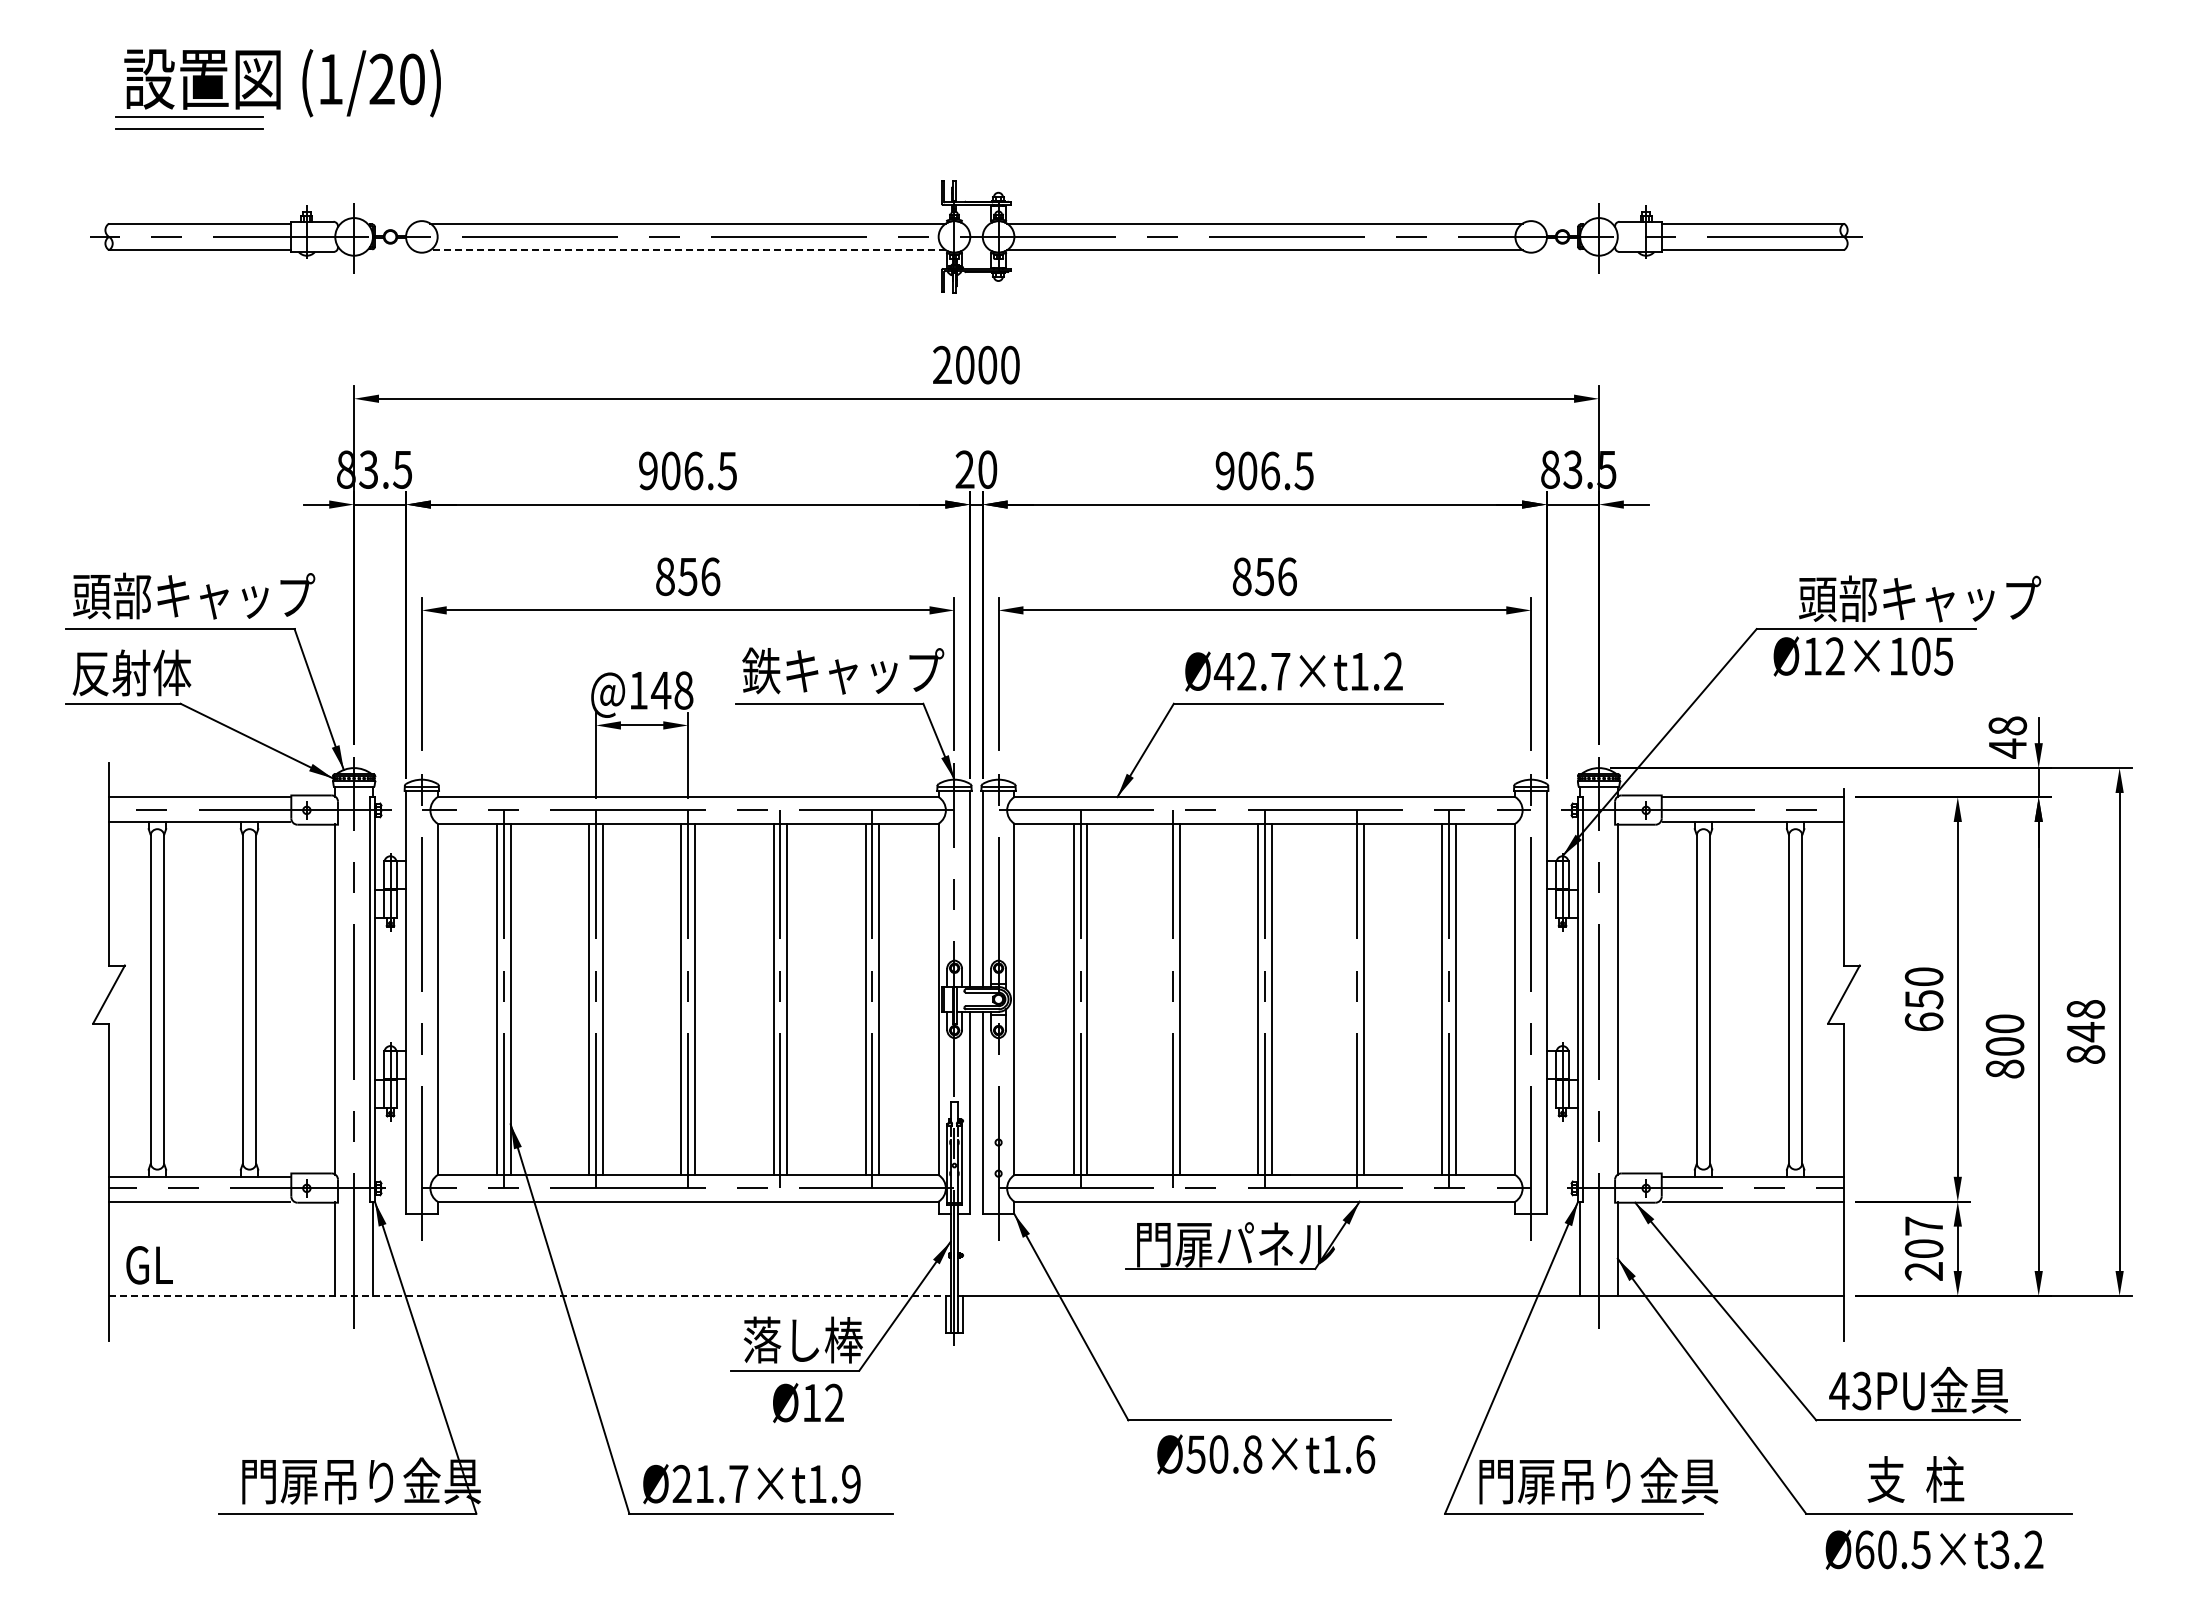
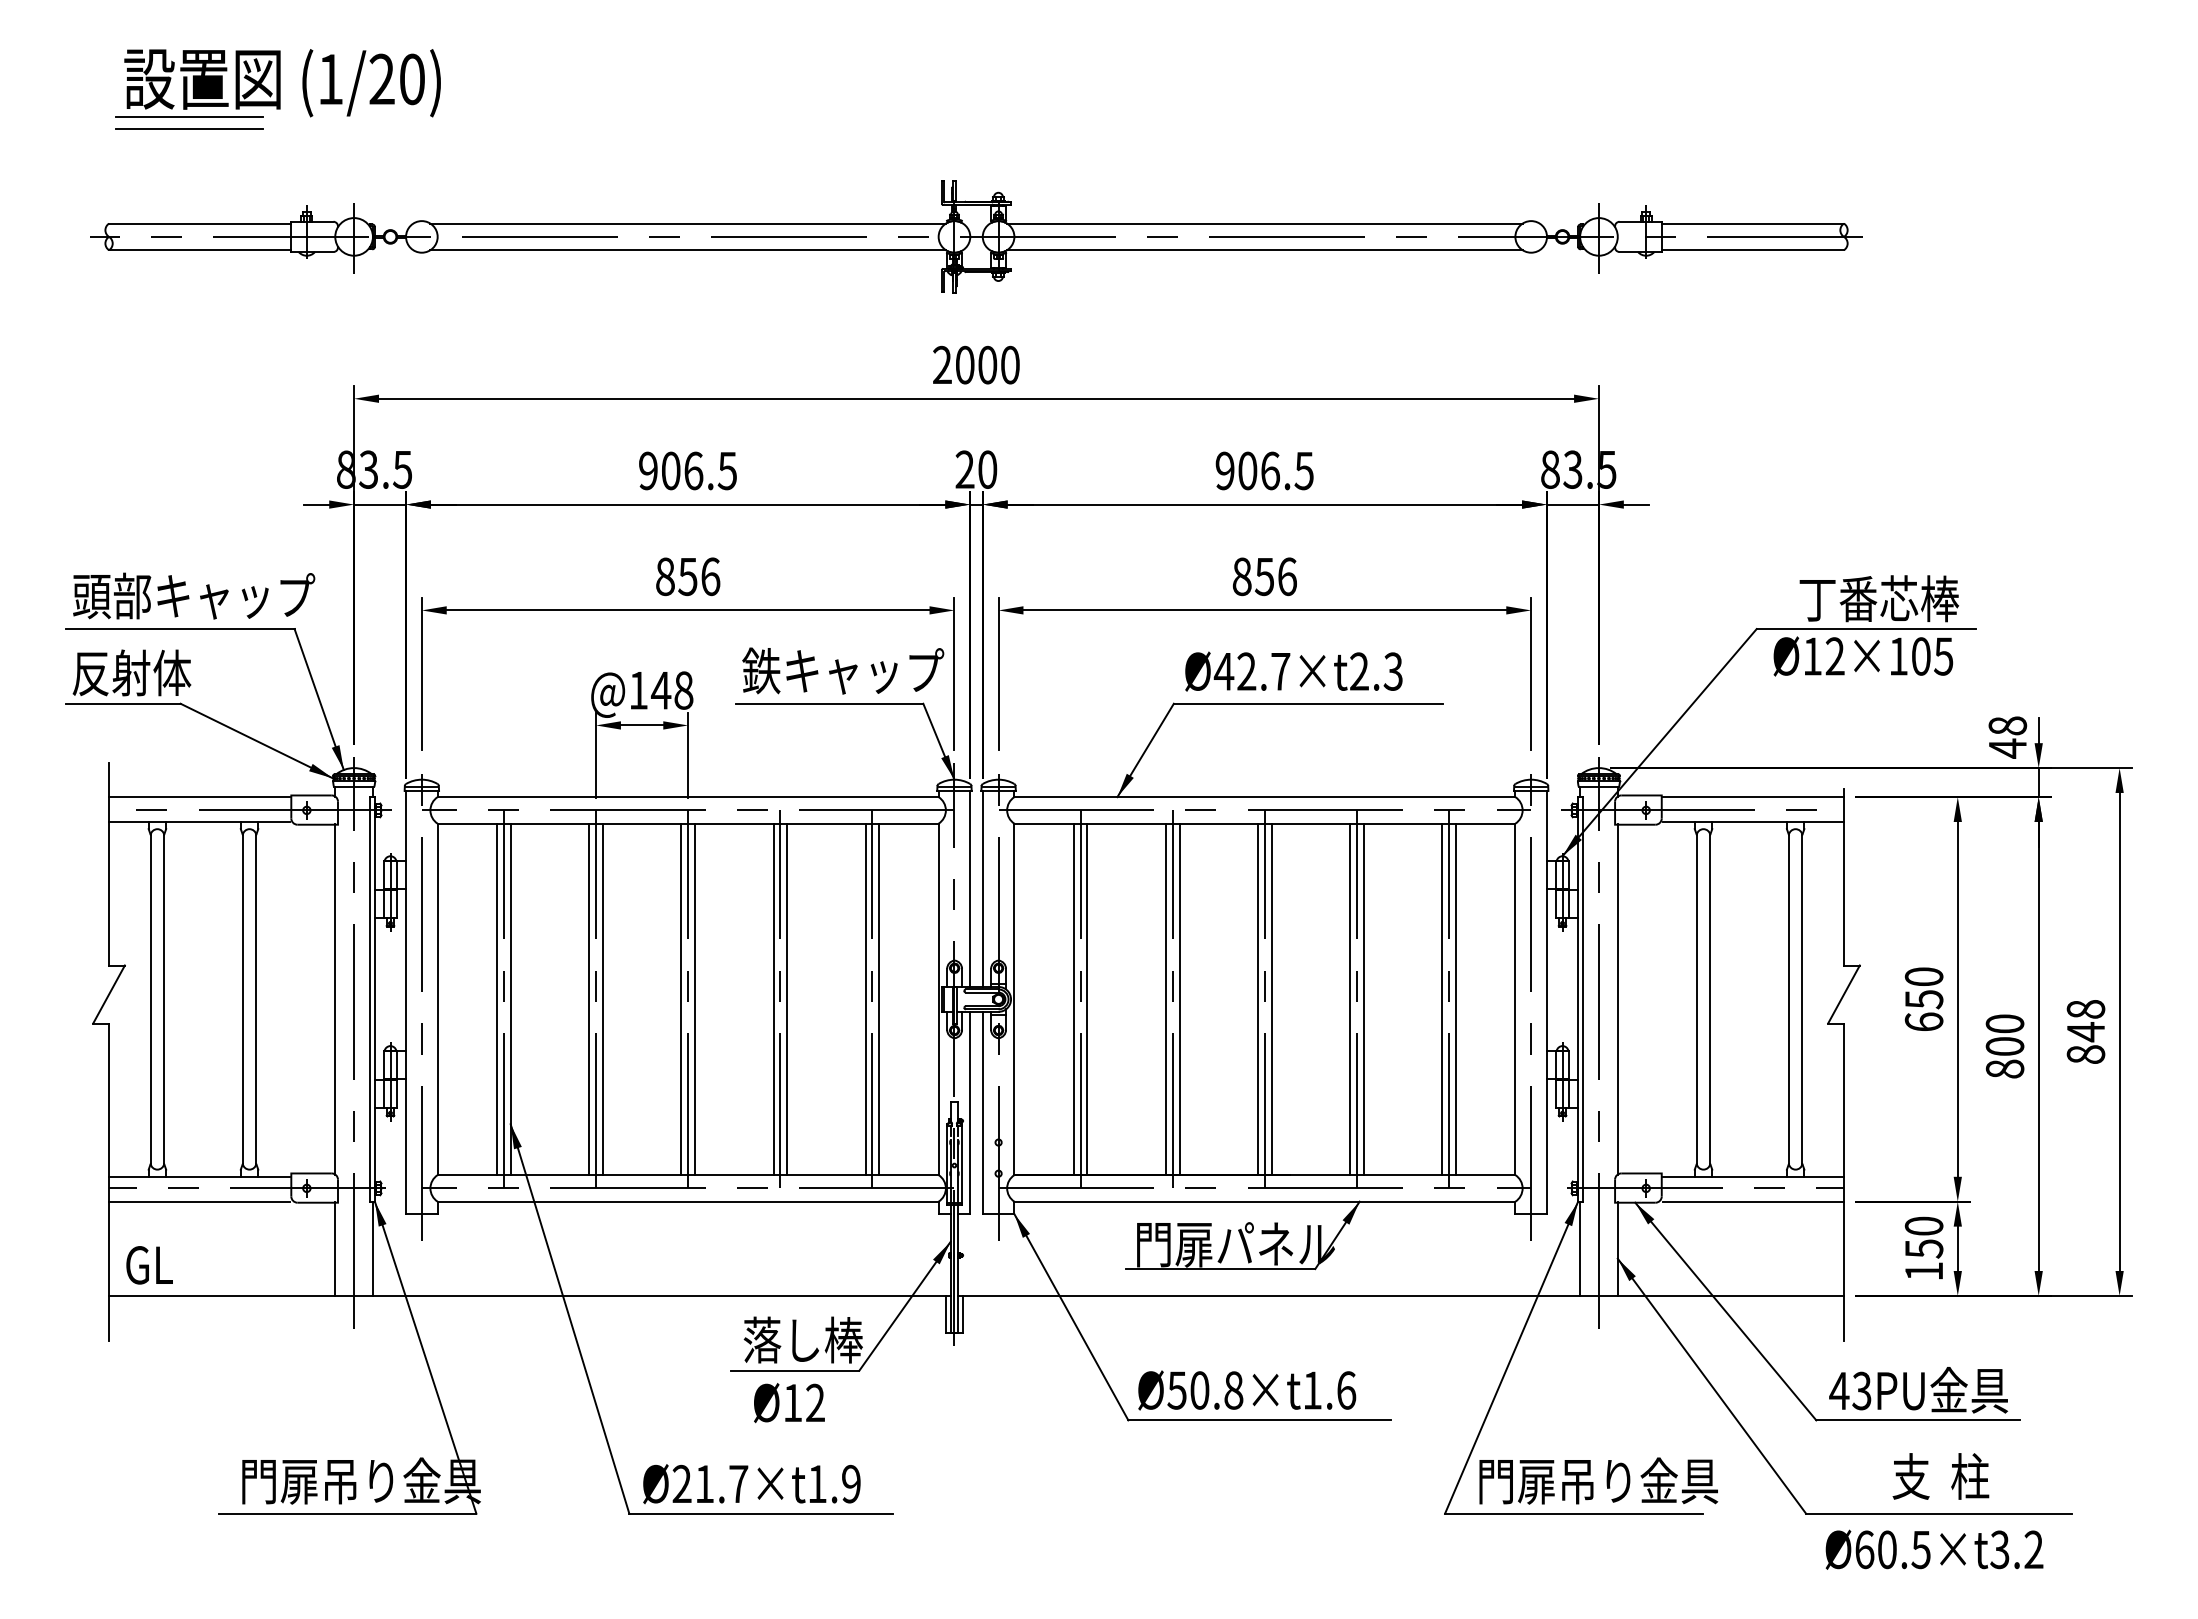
line at (688, 250): dashed -> solid
text at (1920, 598): 頭部キャップ -> 丁番芯棒
text at (1376, 671): Ø42.7×t1.2 -> Ø42.7×t2.3
line at (1166, 999): none -> present
line at (1350, 999): none -> present
text at (1923, 1248): 207 -> 150
line at (529, 1295): dashed -> solid
text at (808, 1403) position: (808, 1403) -> (789, 1403)
text at (1266, 1454) position: (1266, 1454) -> (1247, 1390)
text at (1915, 1479) position: (1915, 1479) -> (1940, 1476)
